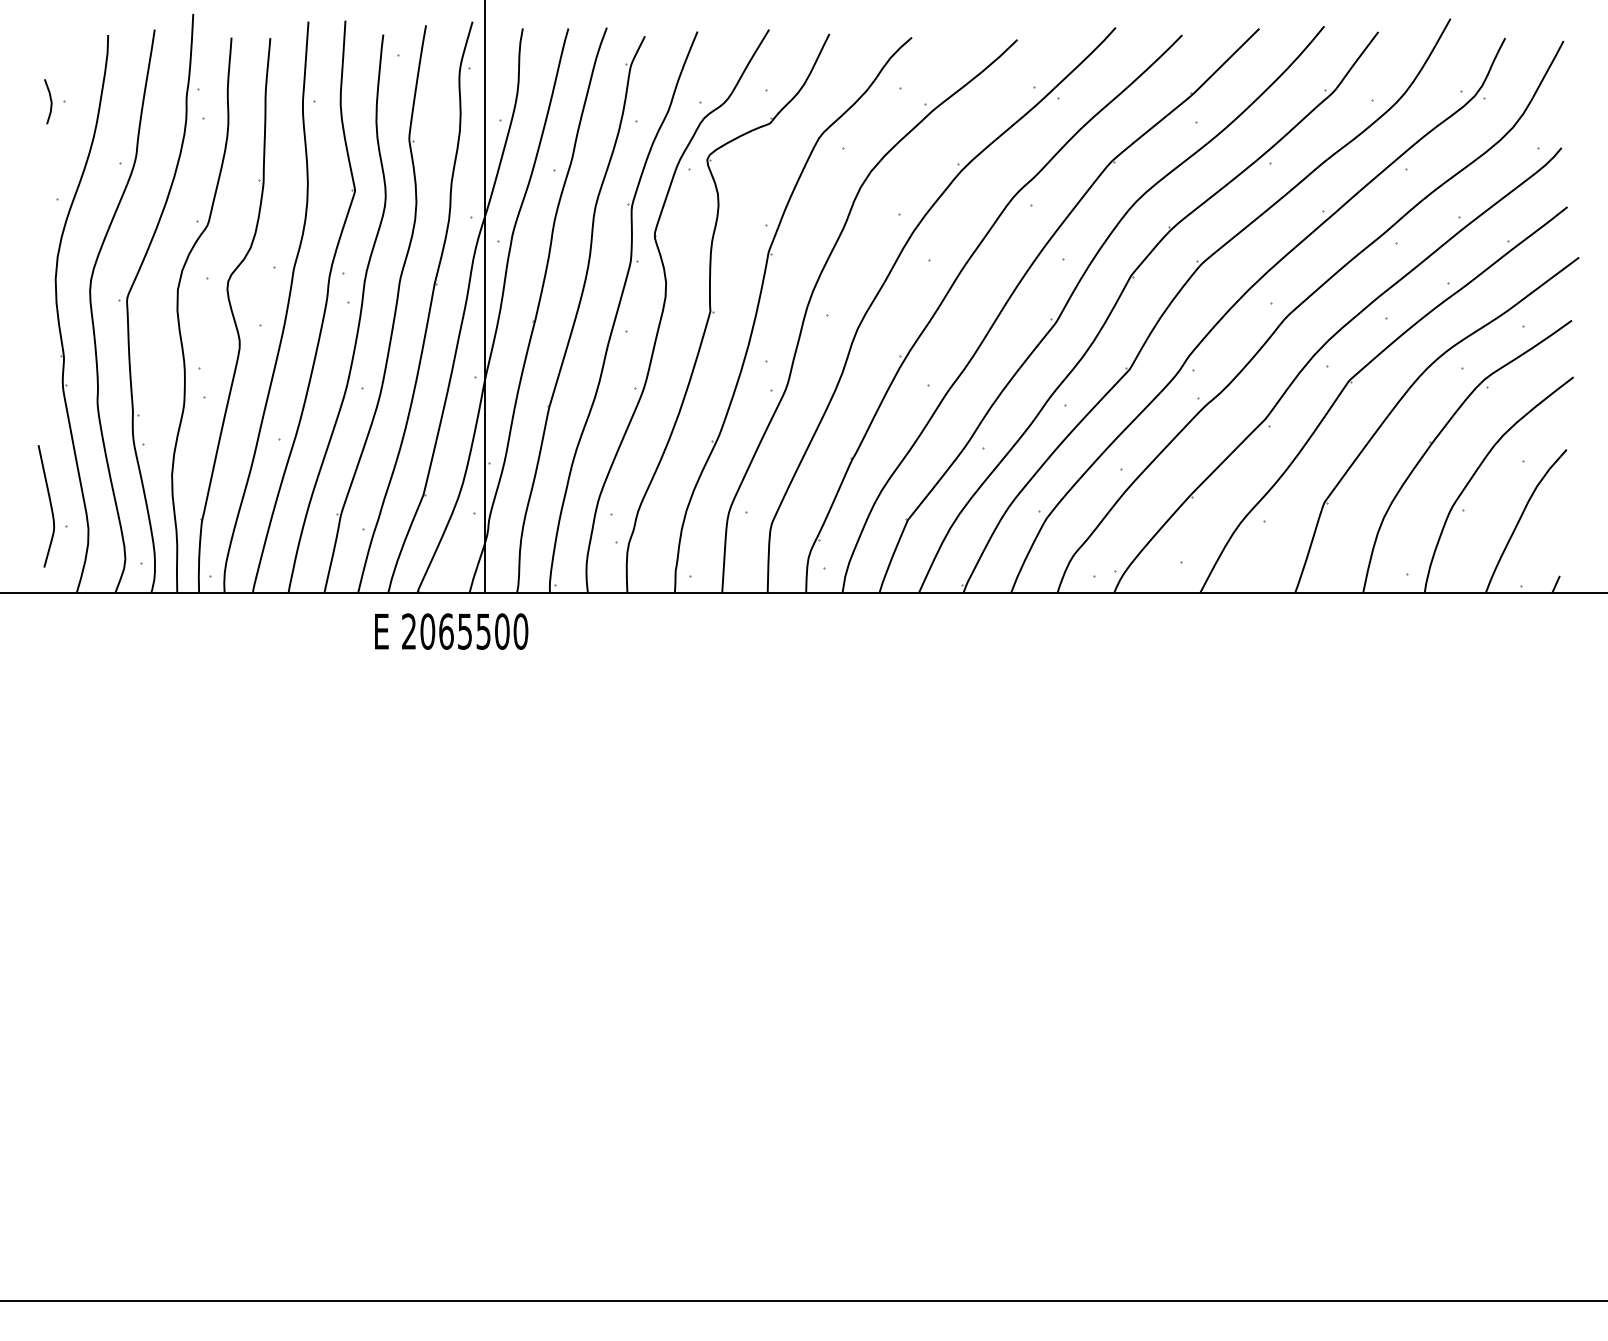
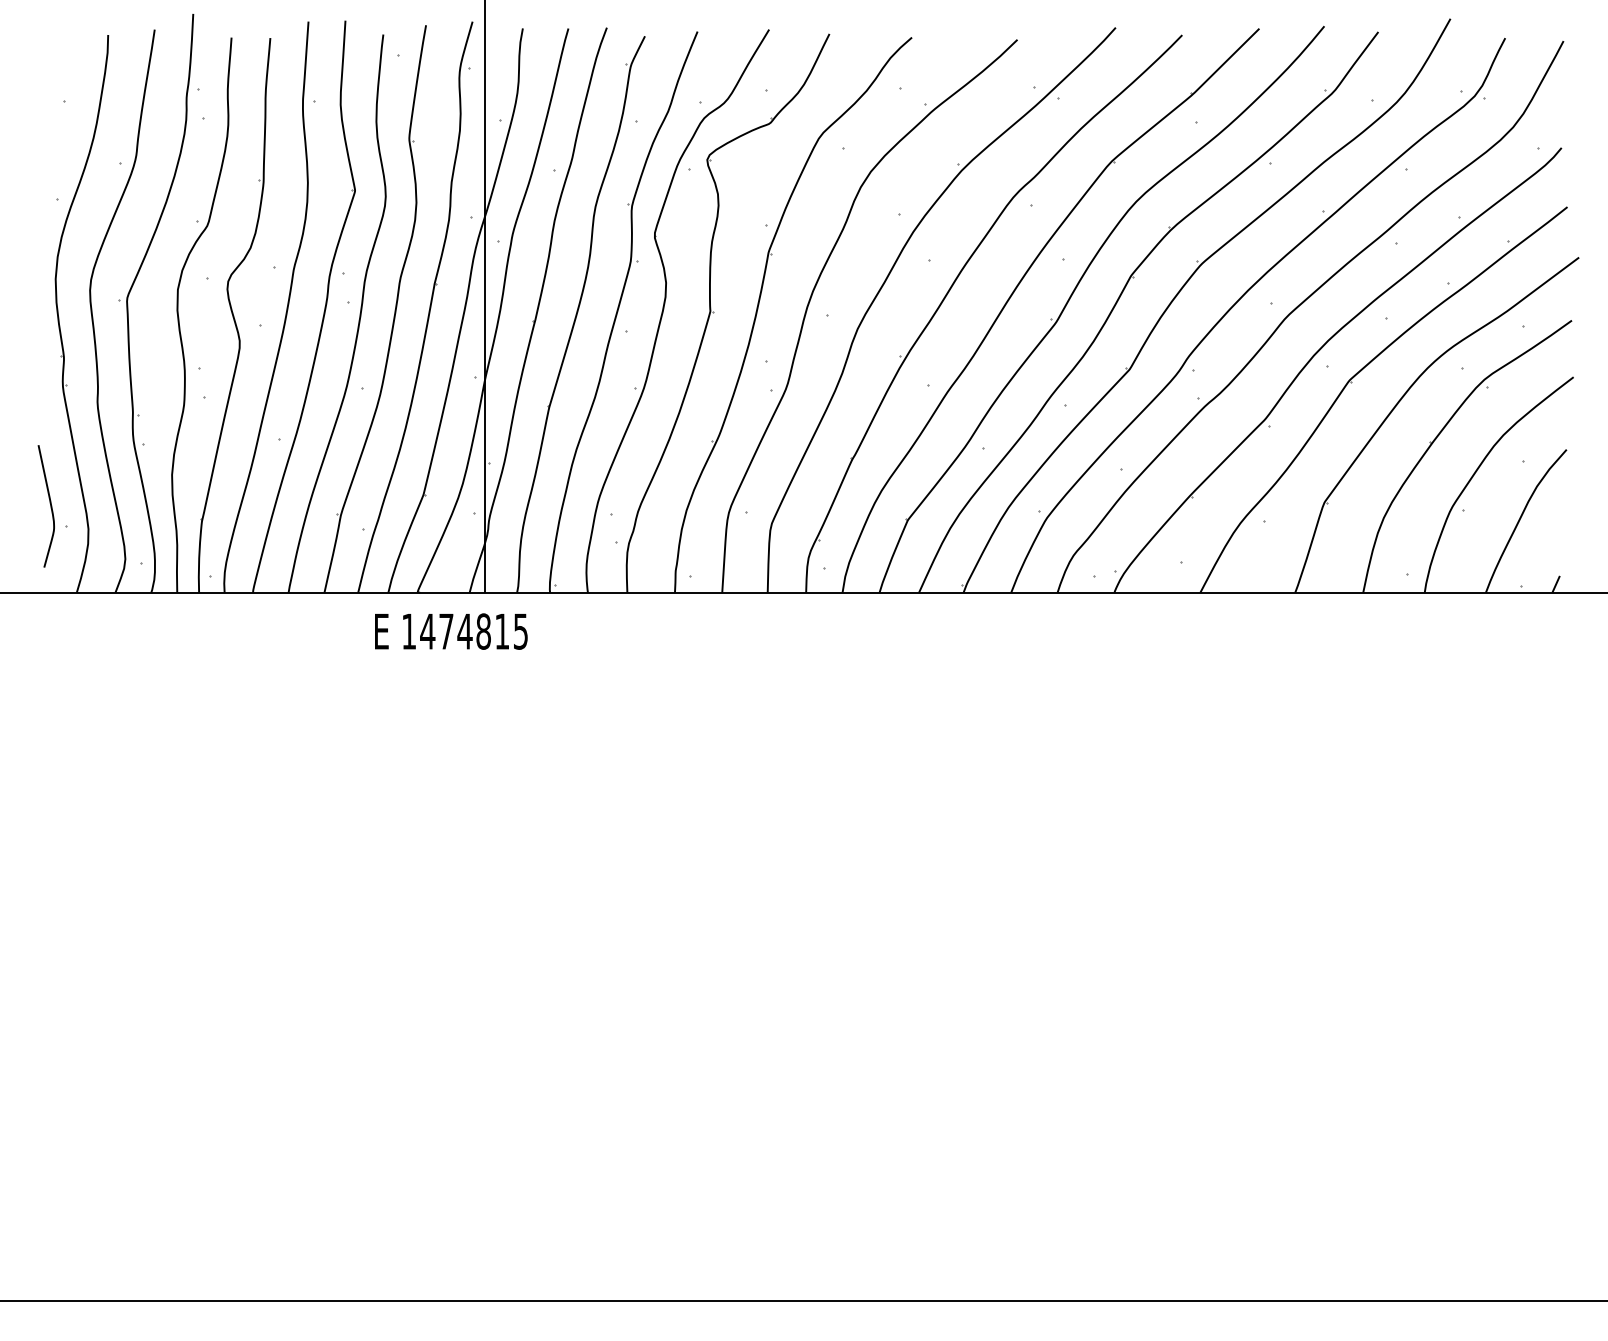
line at (50, 101): present -> none
text at (465, 631): 2065500 -> 1474815
